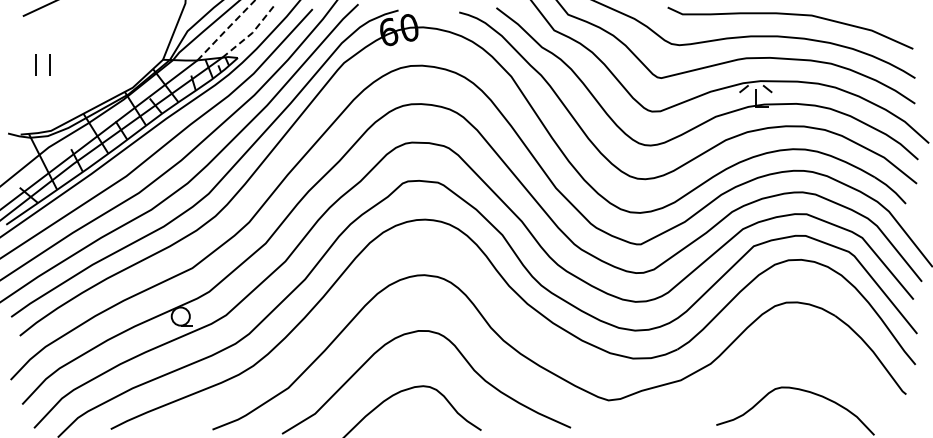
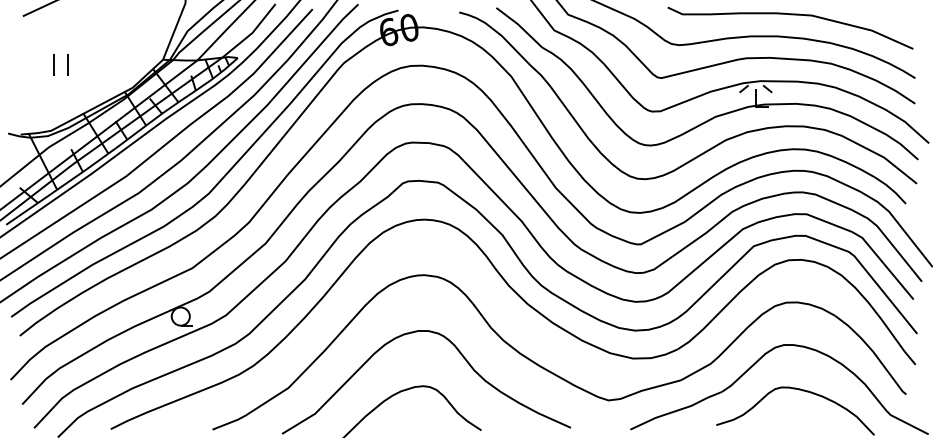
line at (225, 30): dashed -> solid
line at (251, 33): dashed -> solid
part at (42, 64) position: (42, 64) -> (60, 64)
part at (755, 364): none -> present
